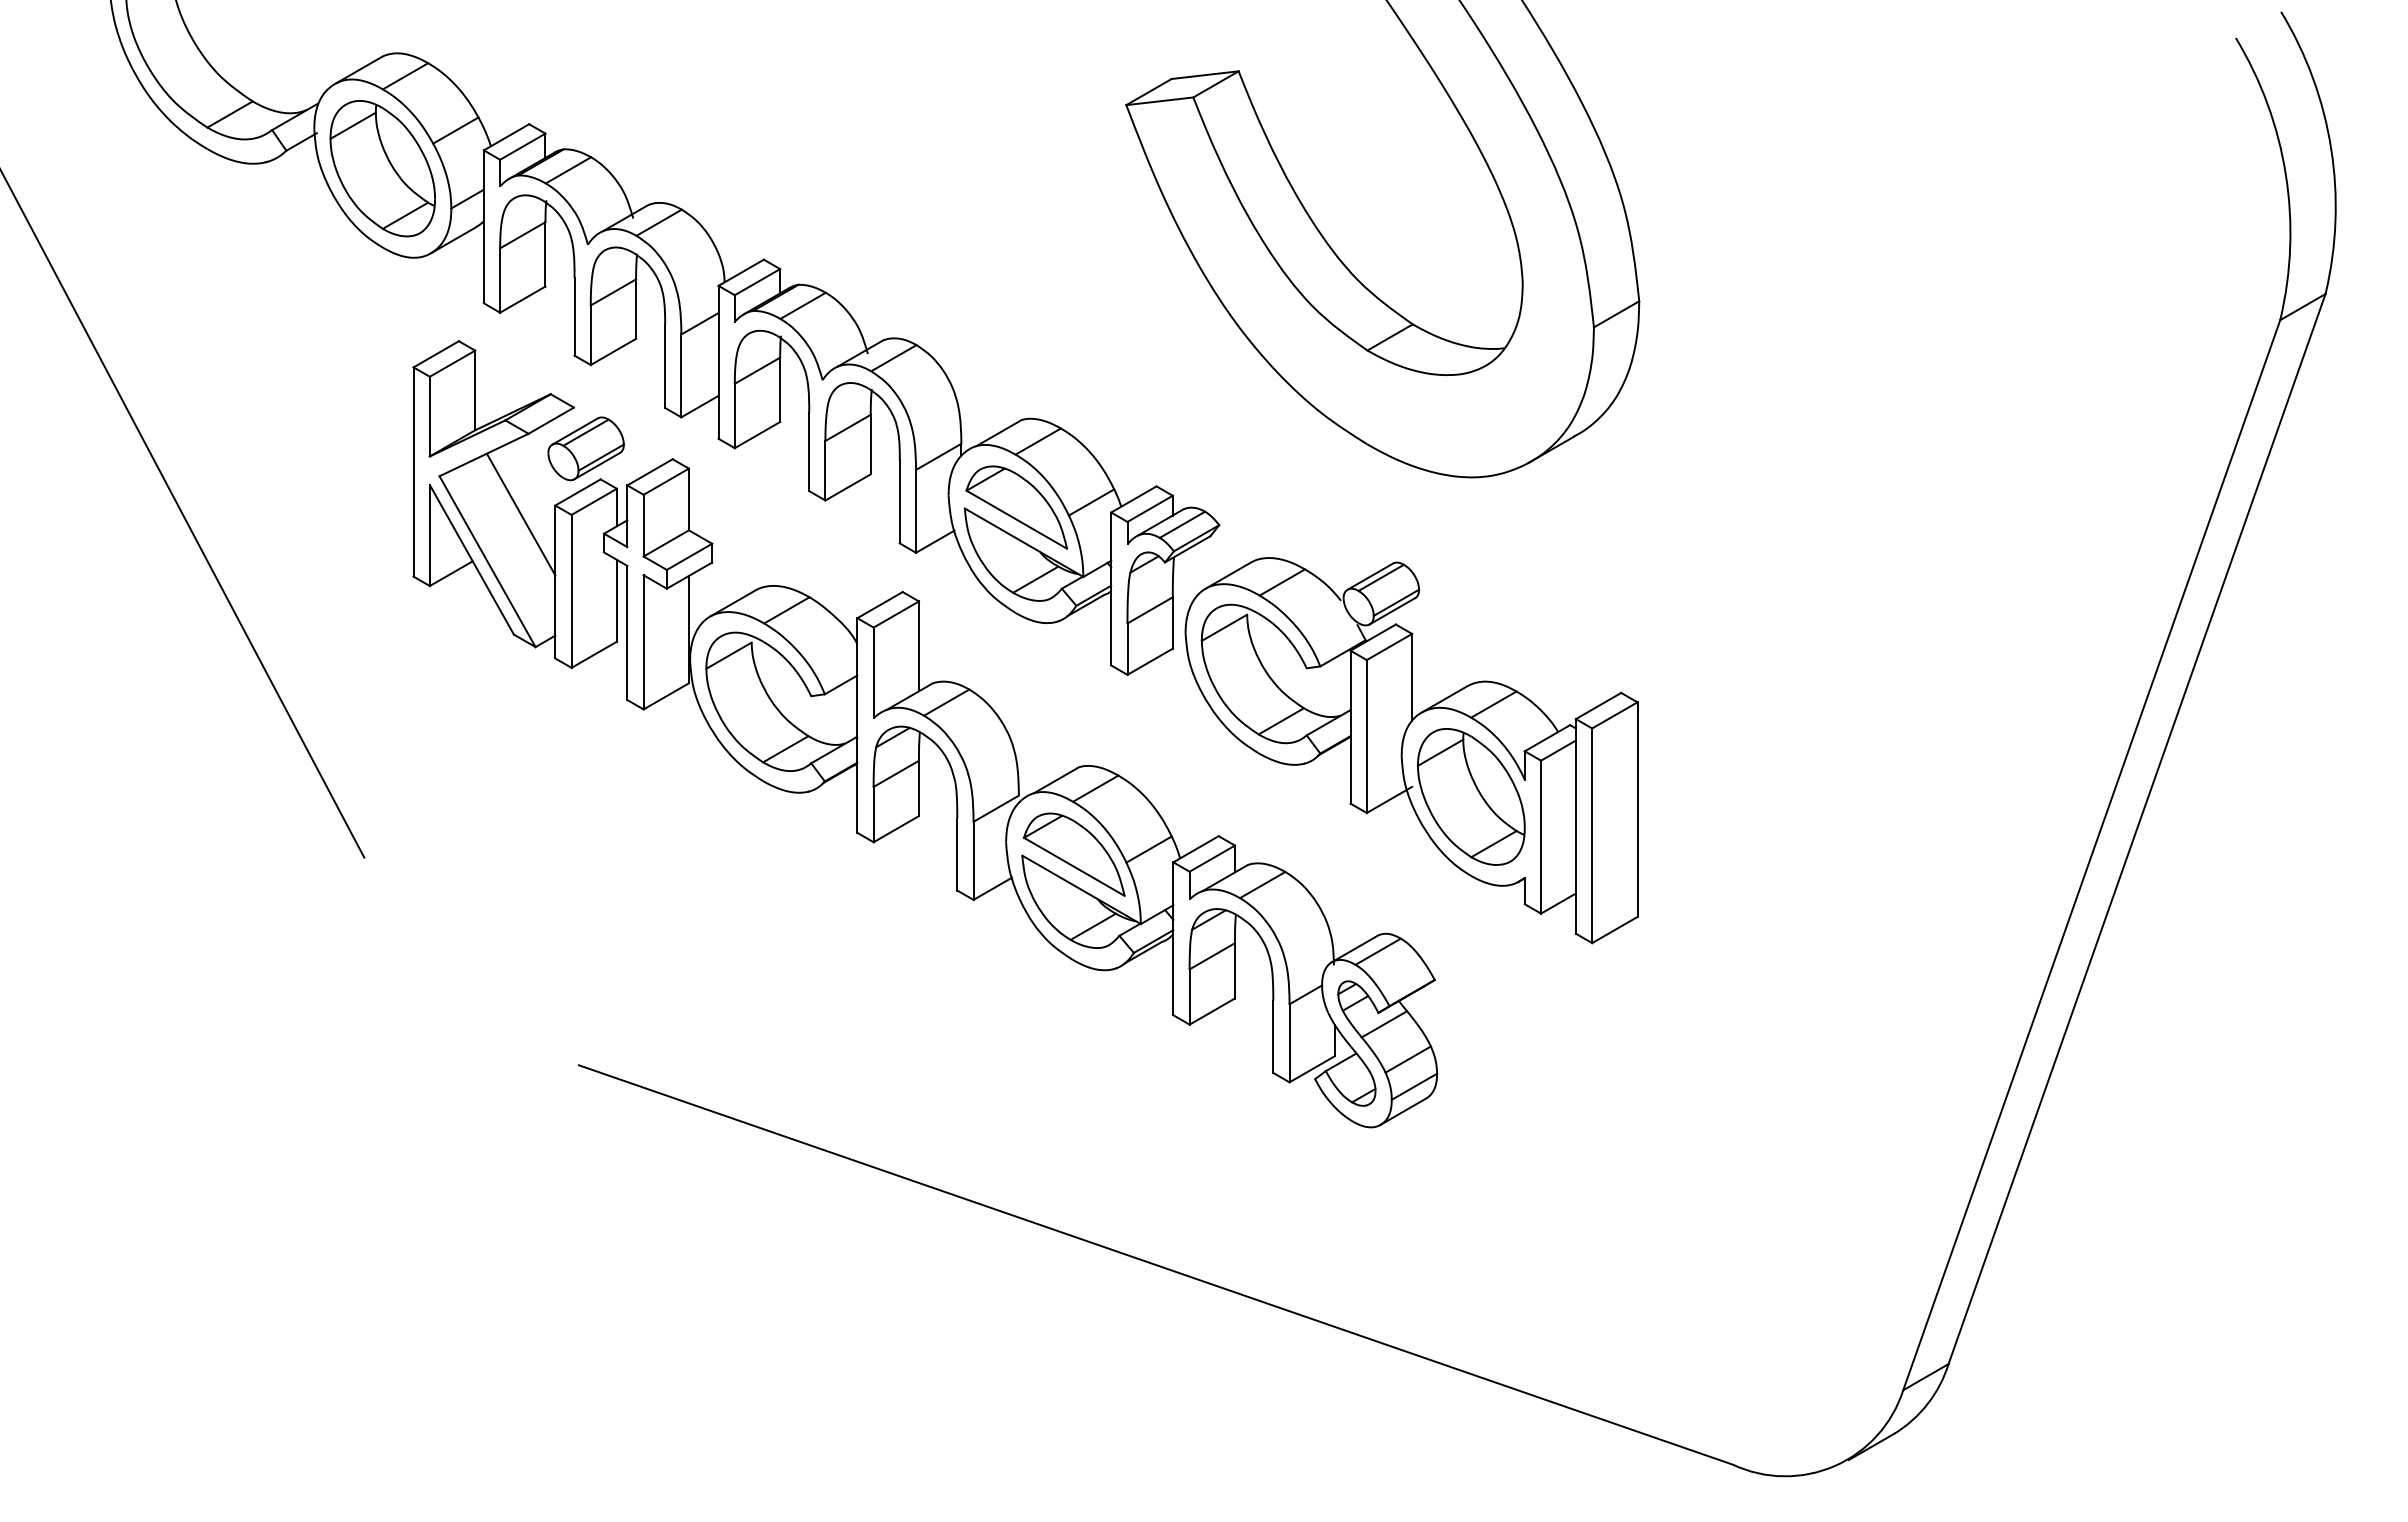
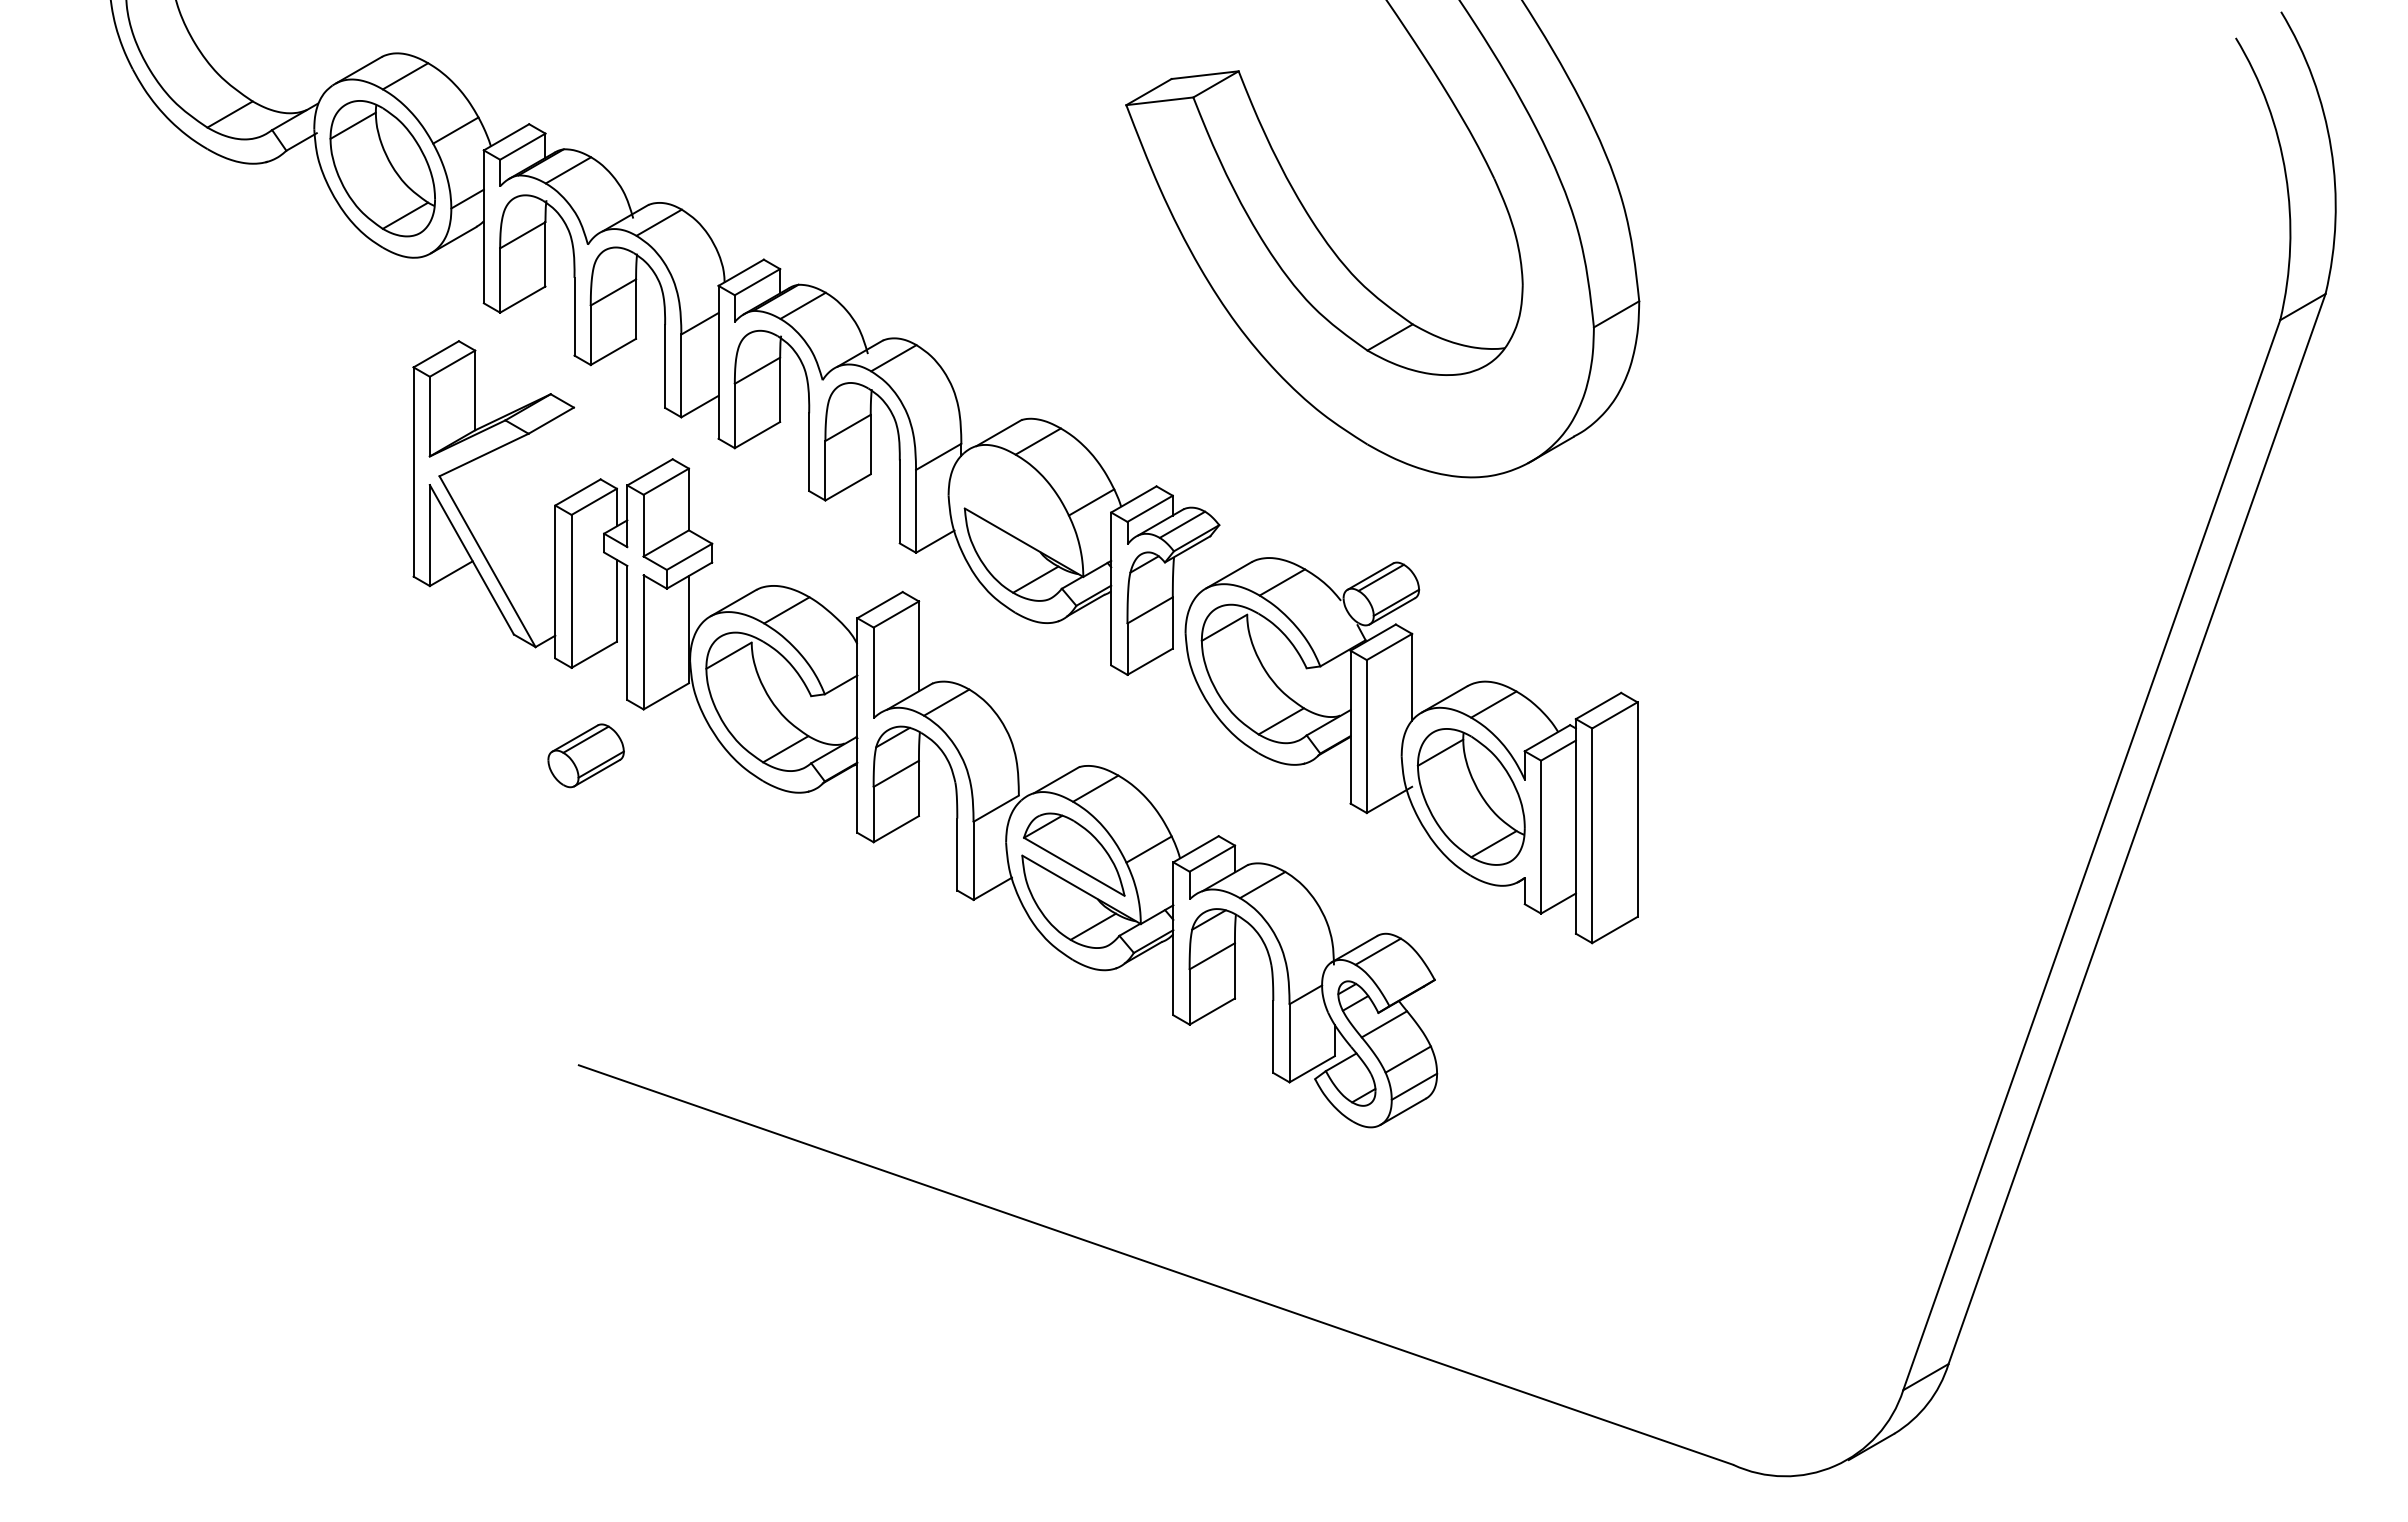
part at (585, 448) position: (585, 448) -> (585, 755)
part at (1016, 507): present -> none
line at (520, 514): present -> none
line at (183, 515): present -> none
